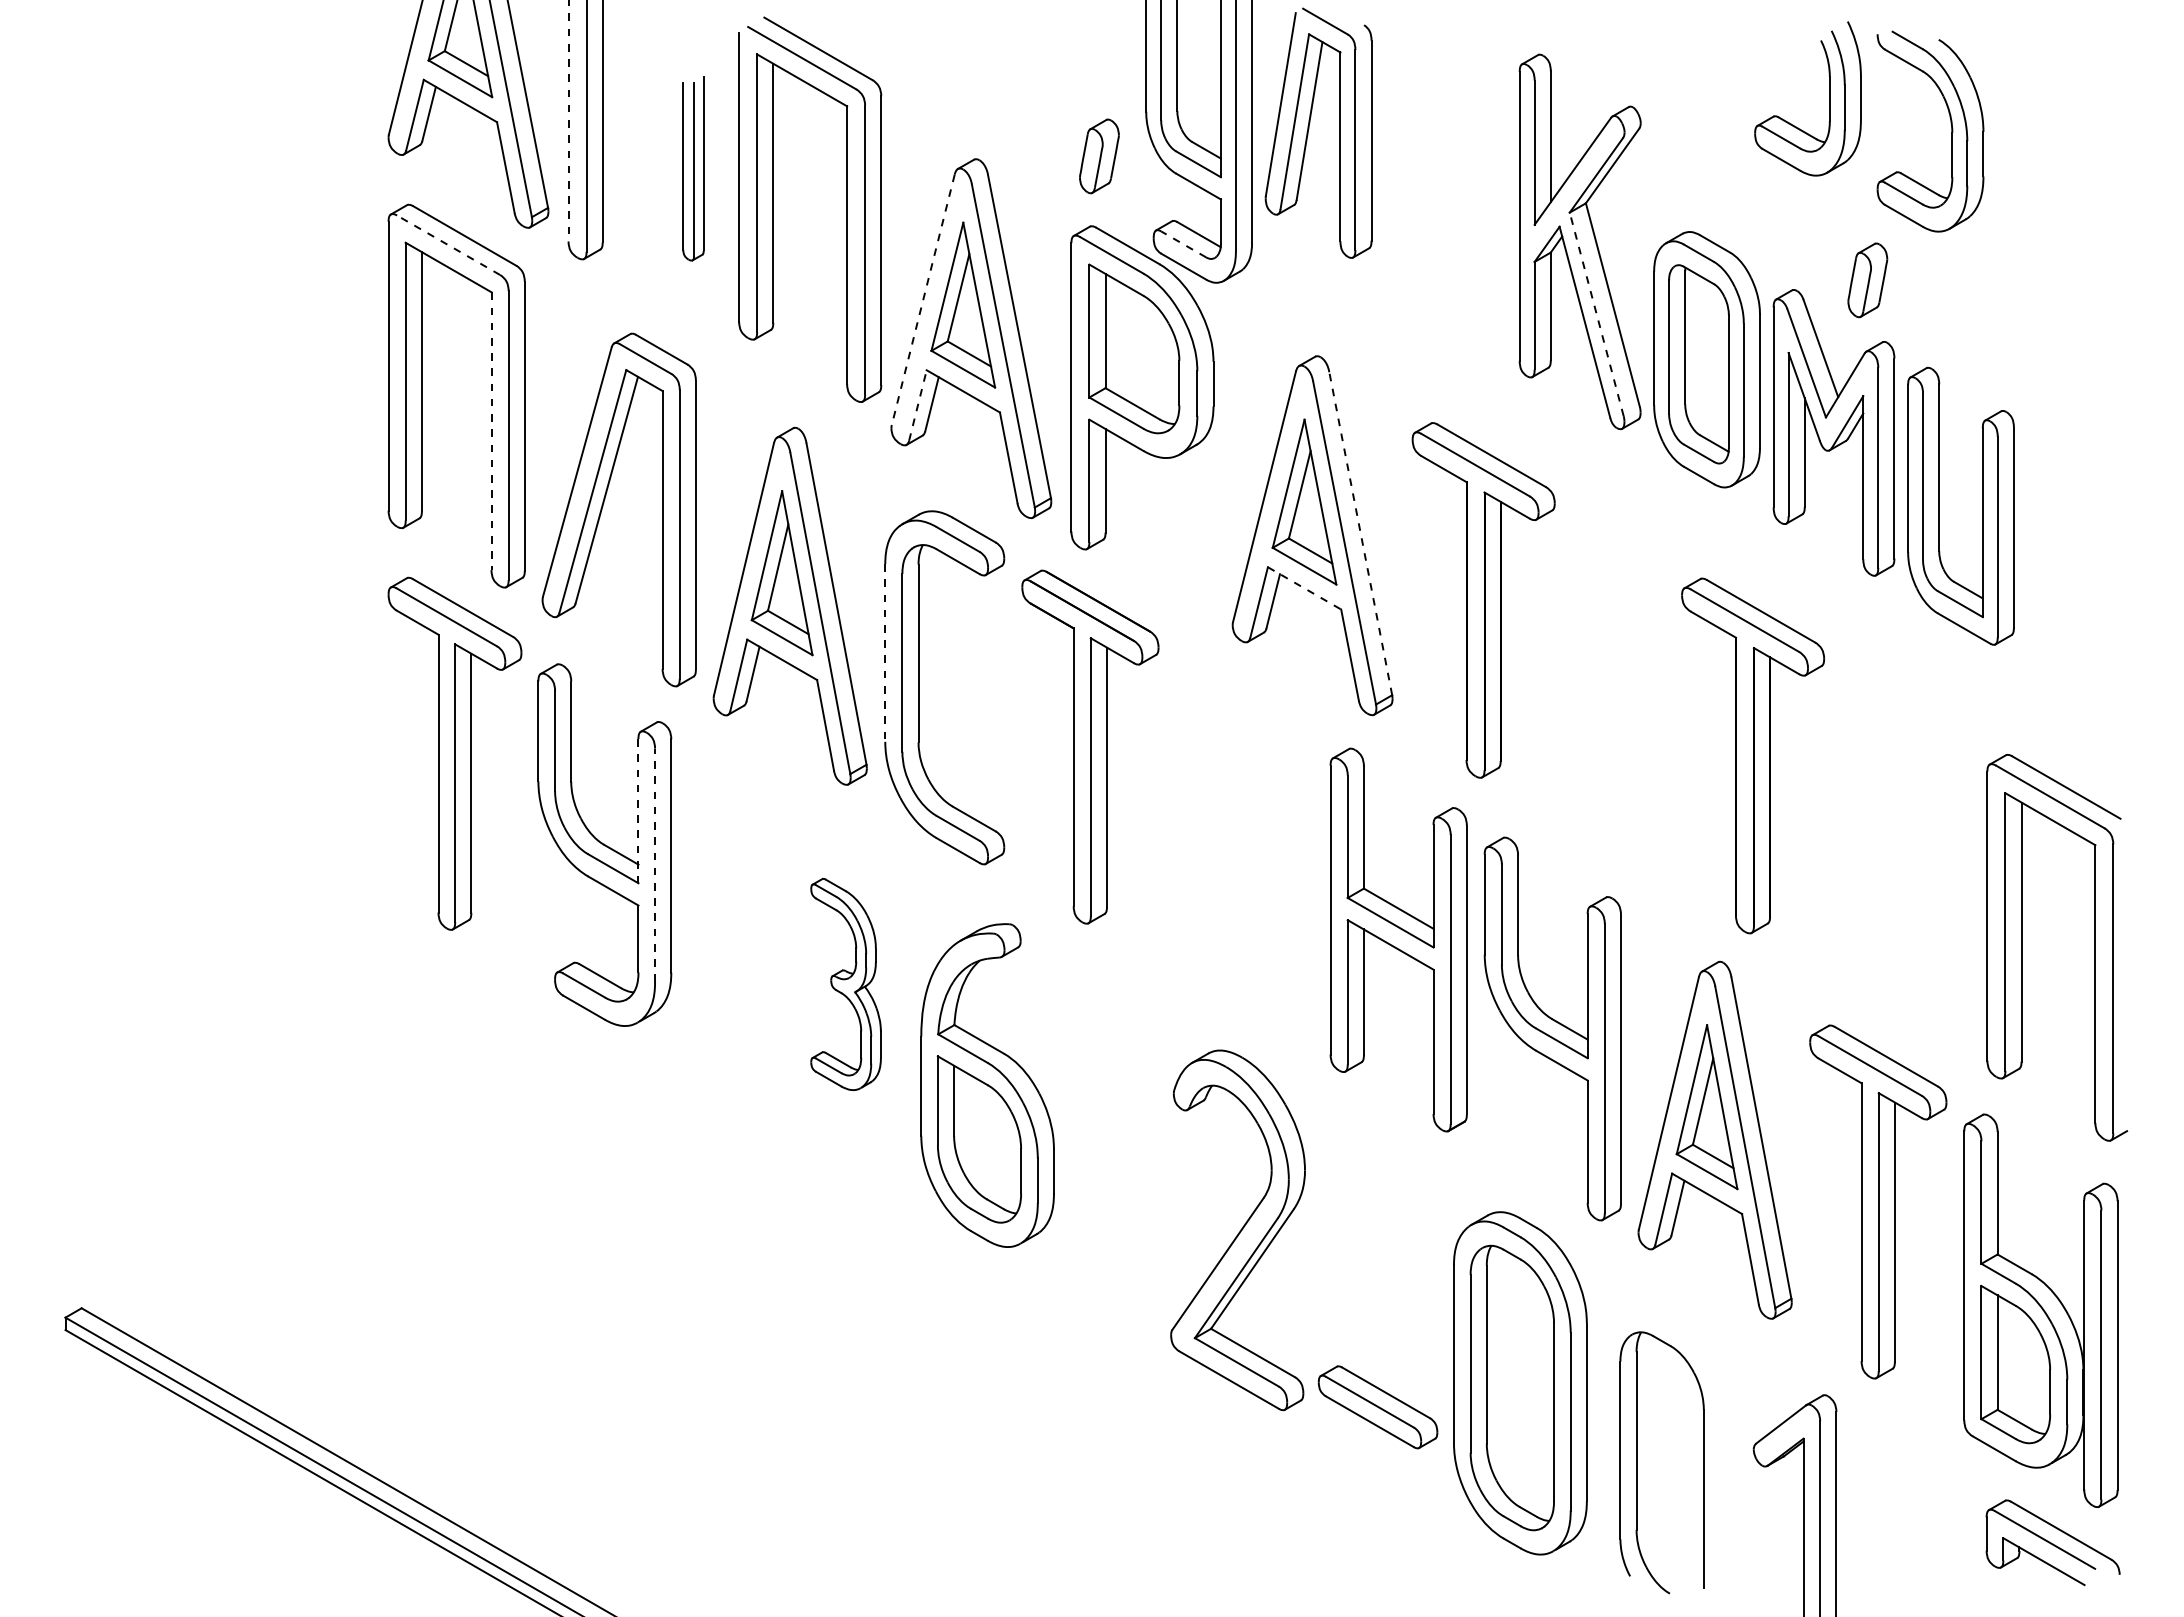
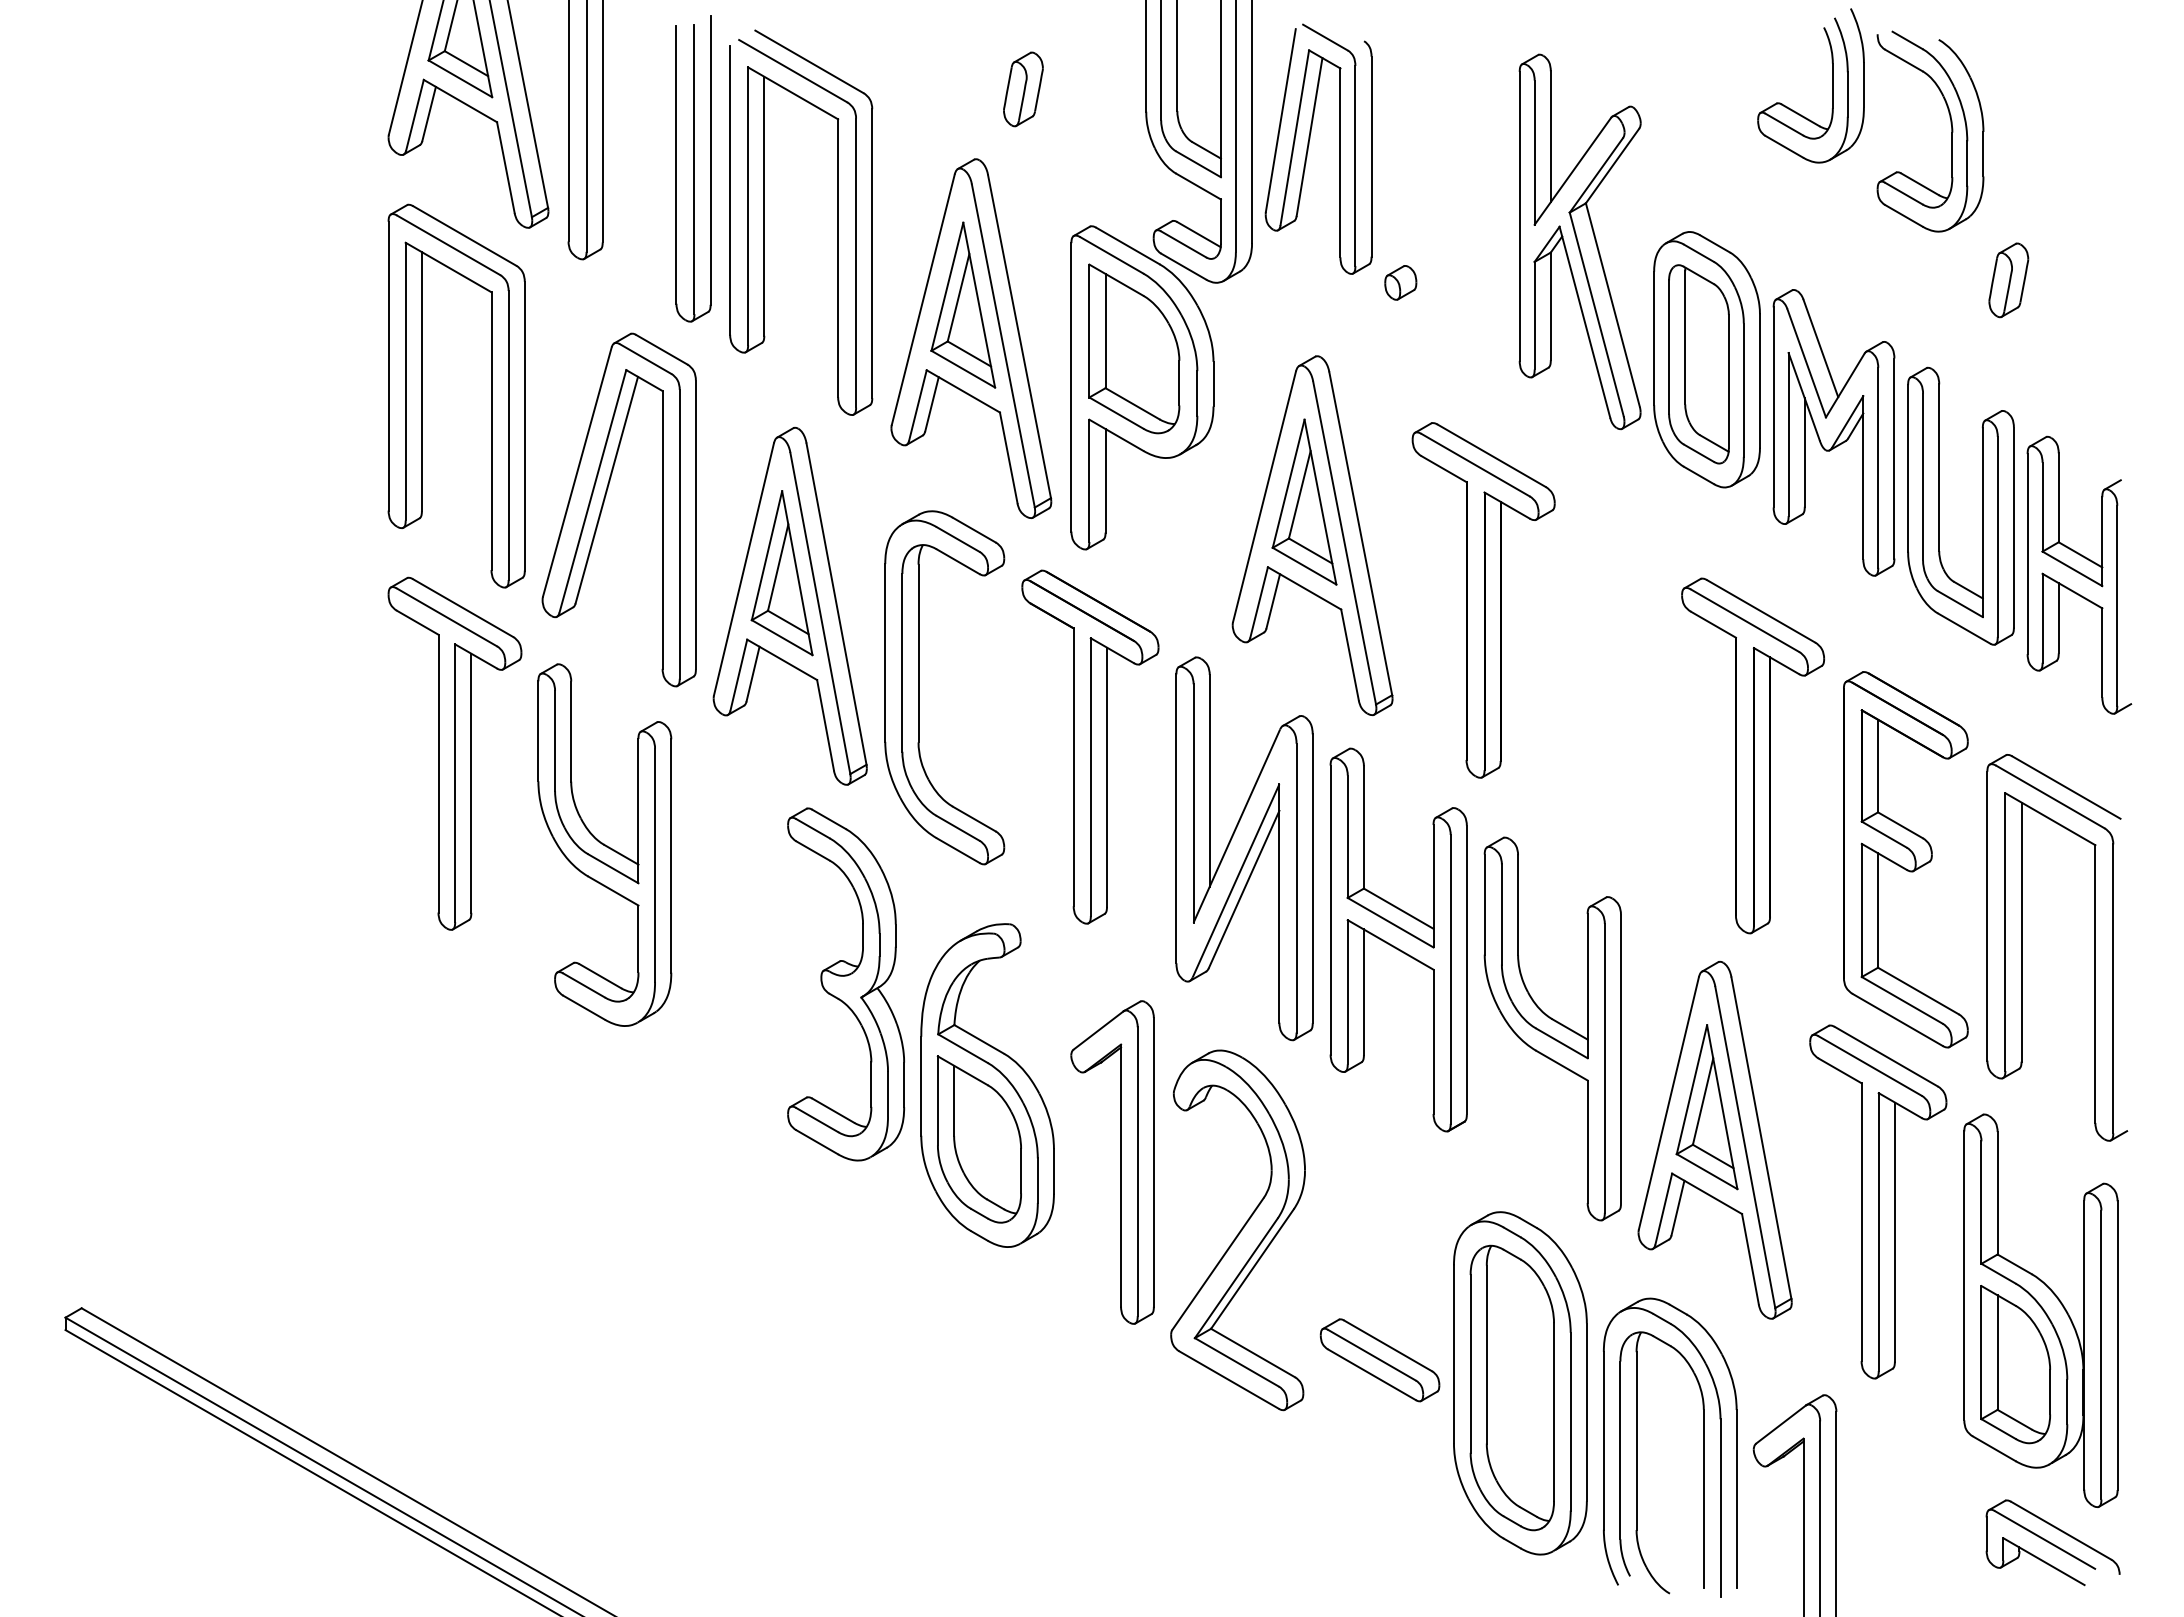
part at (1829, 98) position: (1829, 98) -> (1832, 85)
line at (568, 121): dashed -> solid
part at (1309, 129) position: (1309, 129) -> (1309, 145)
part at (1099, 156) position: (1099, 156) -> (1023, 89)
part at (693, 168) size: 23x186 px -> 37x308 px
part at (846, 209) position: (846, 209) -> (837, 222)
line at (1183, 244): dashed -> solid
line at (448, 245): dashed -> solid
part at (1867, 280) position: (1867, 280) -> (2008, 280)
part at (1400, 282): none -> present
line at (923, 300): dashed -> solid
line at (1596, 313): dashed -> solid
line at (918, 405): dashed -> solid
line at (491, 431): dashed -> solid
line at (1360, 533): dashed -> solid
part at (2079, 574): none -> present
line at (1305, 588): dashed -> solid
line at (885, 652): dashed -> solid
line at (638, 811): dashed -> solid
part at (1244, 848): none -> present
part at (1905, 859): none -> present
line at (655, 865): dashed -> solid
part at (845, 984) size: 72x213 px -> 118x355 px
part at (1120, 1162): none -> present
part at (1377, 1407) position: (1377, 1407) -> (1379, 1360)
part at (1720, 1447): none -> present
